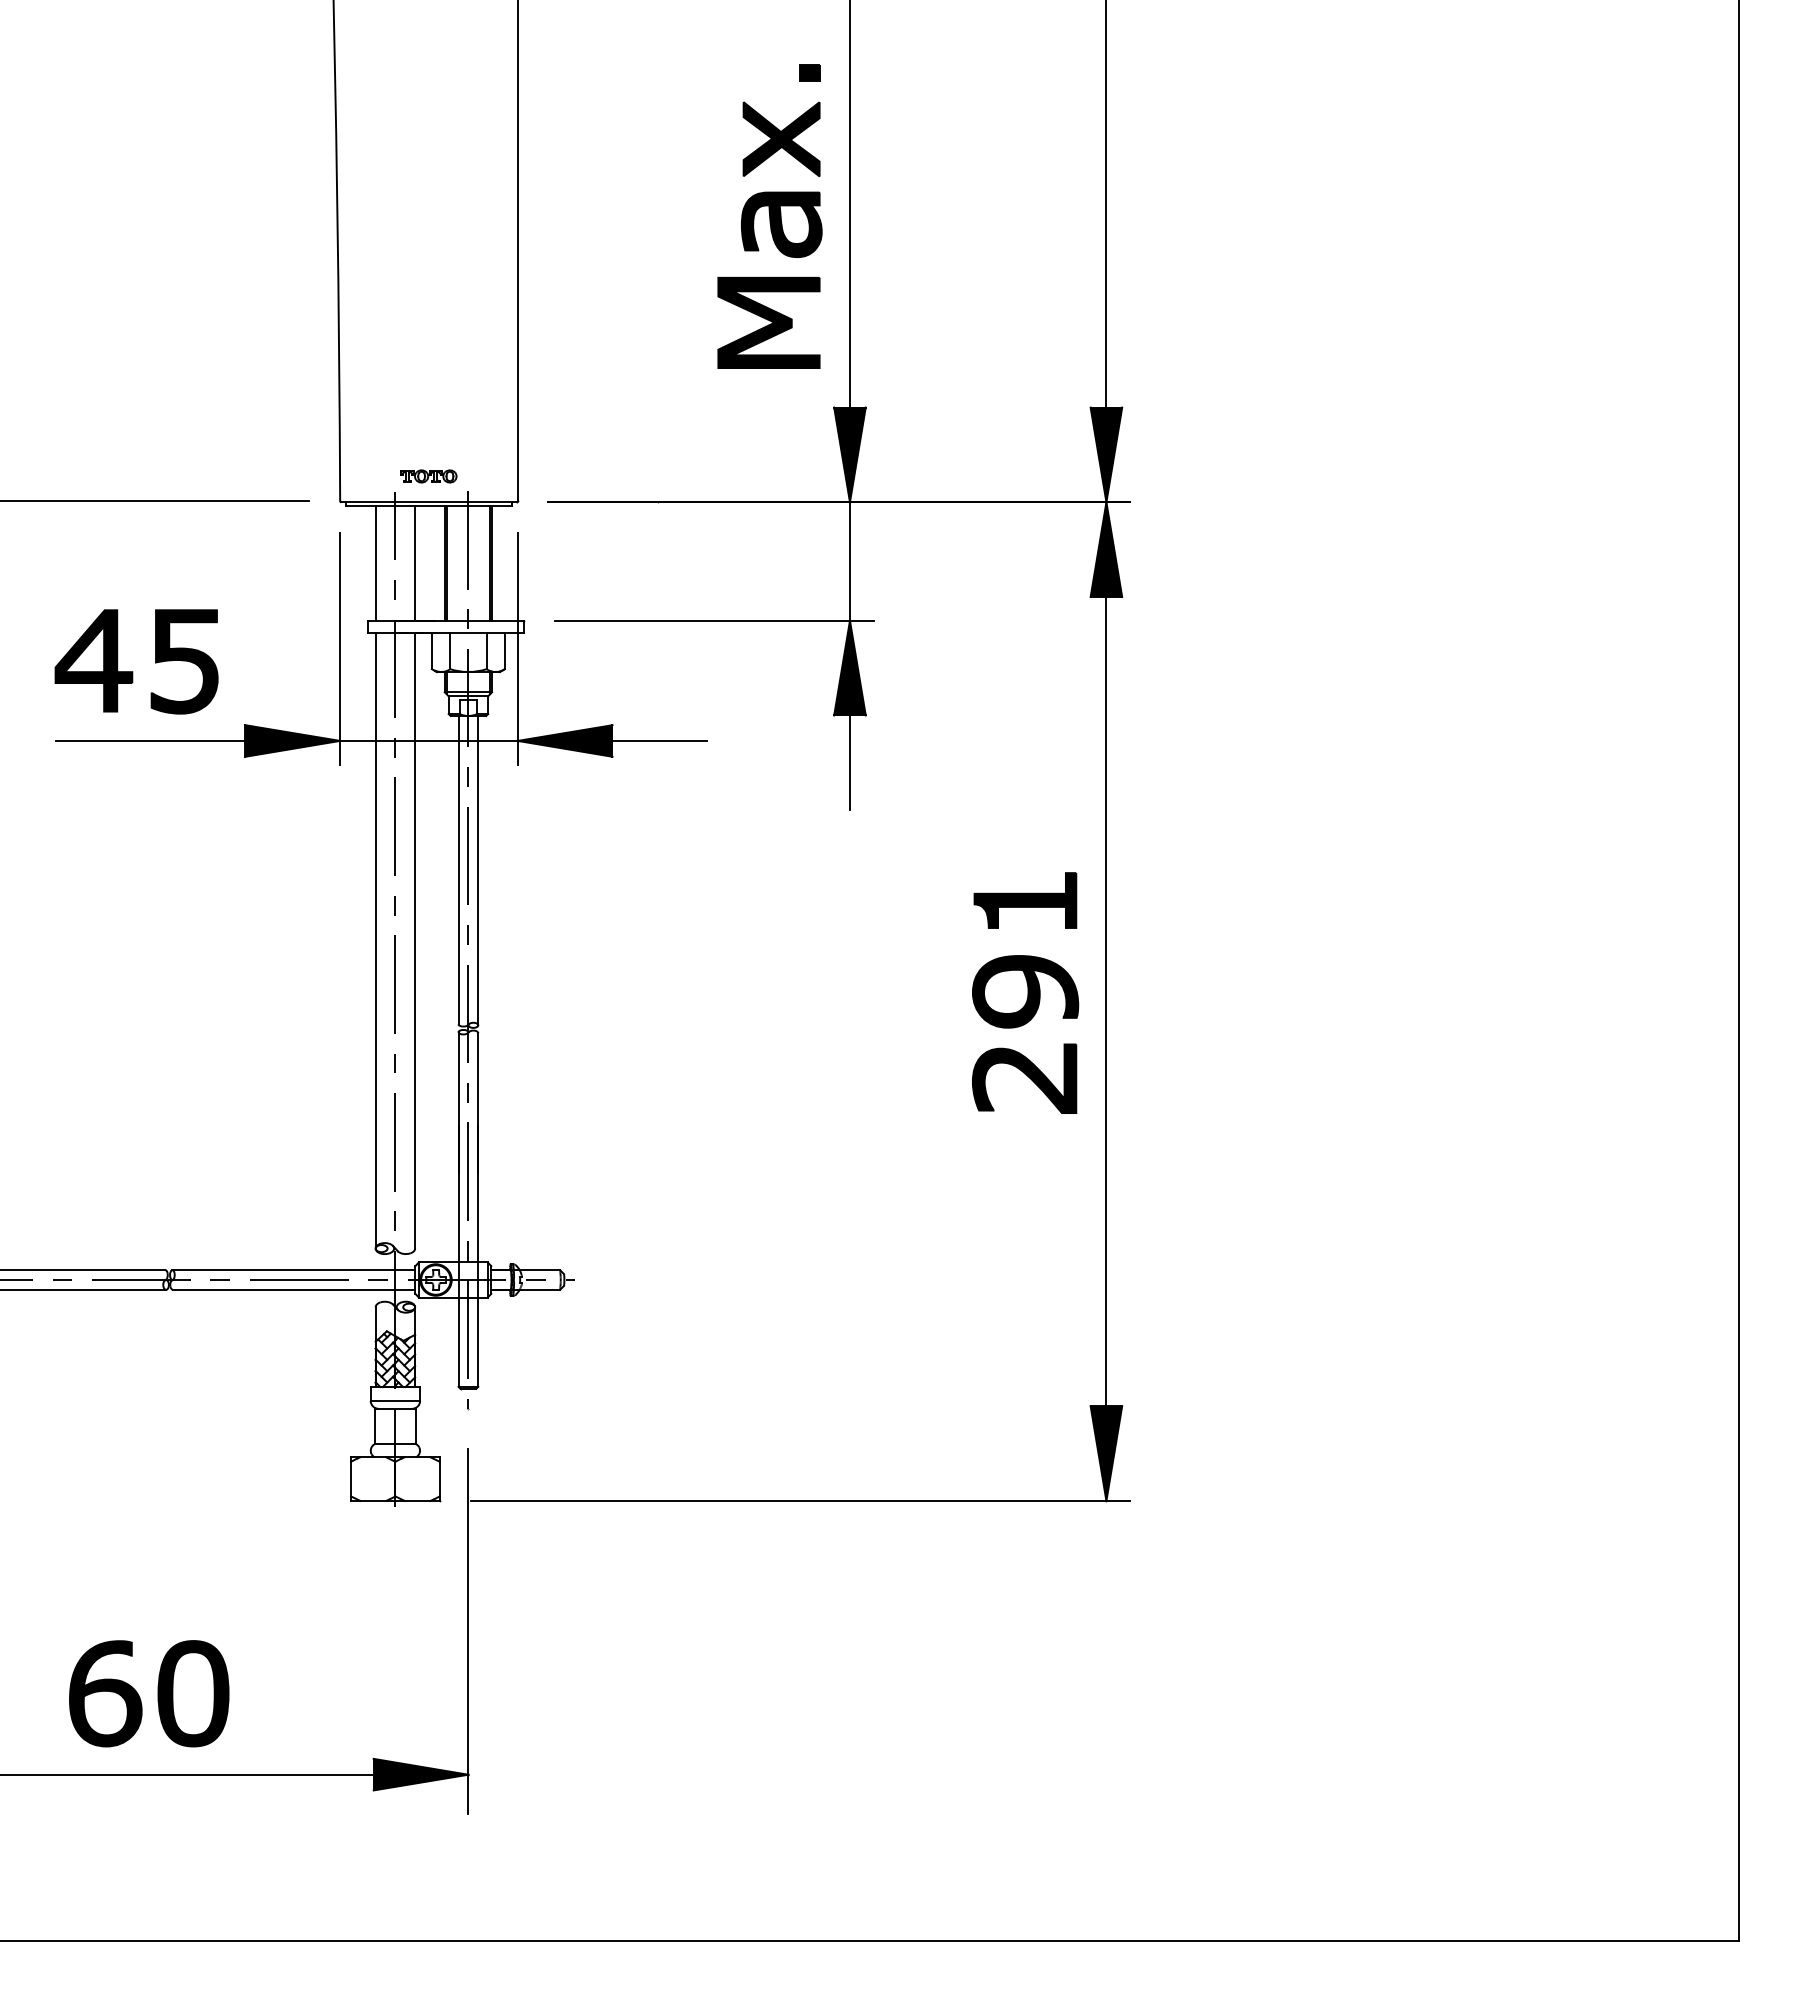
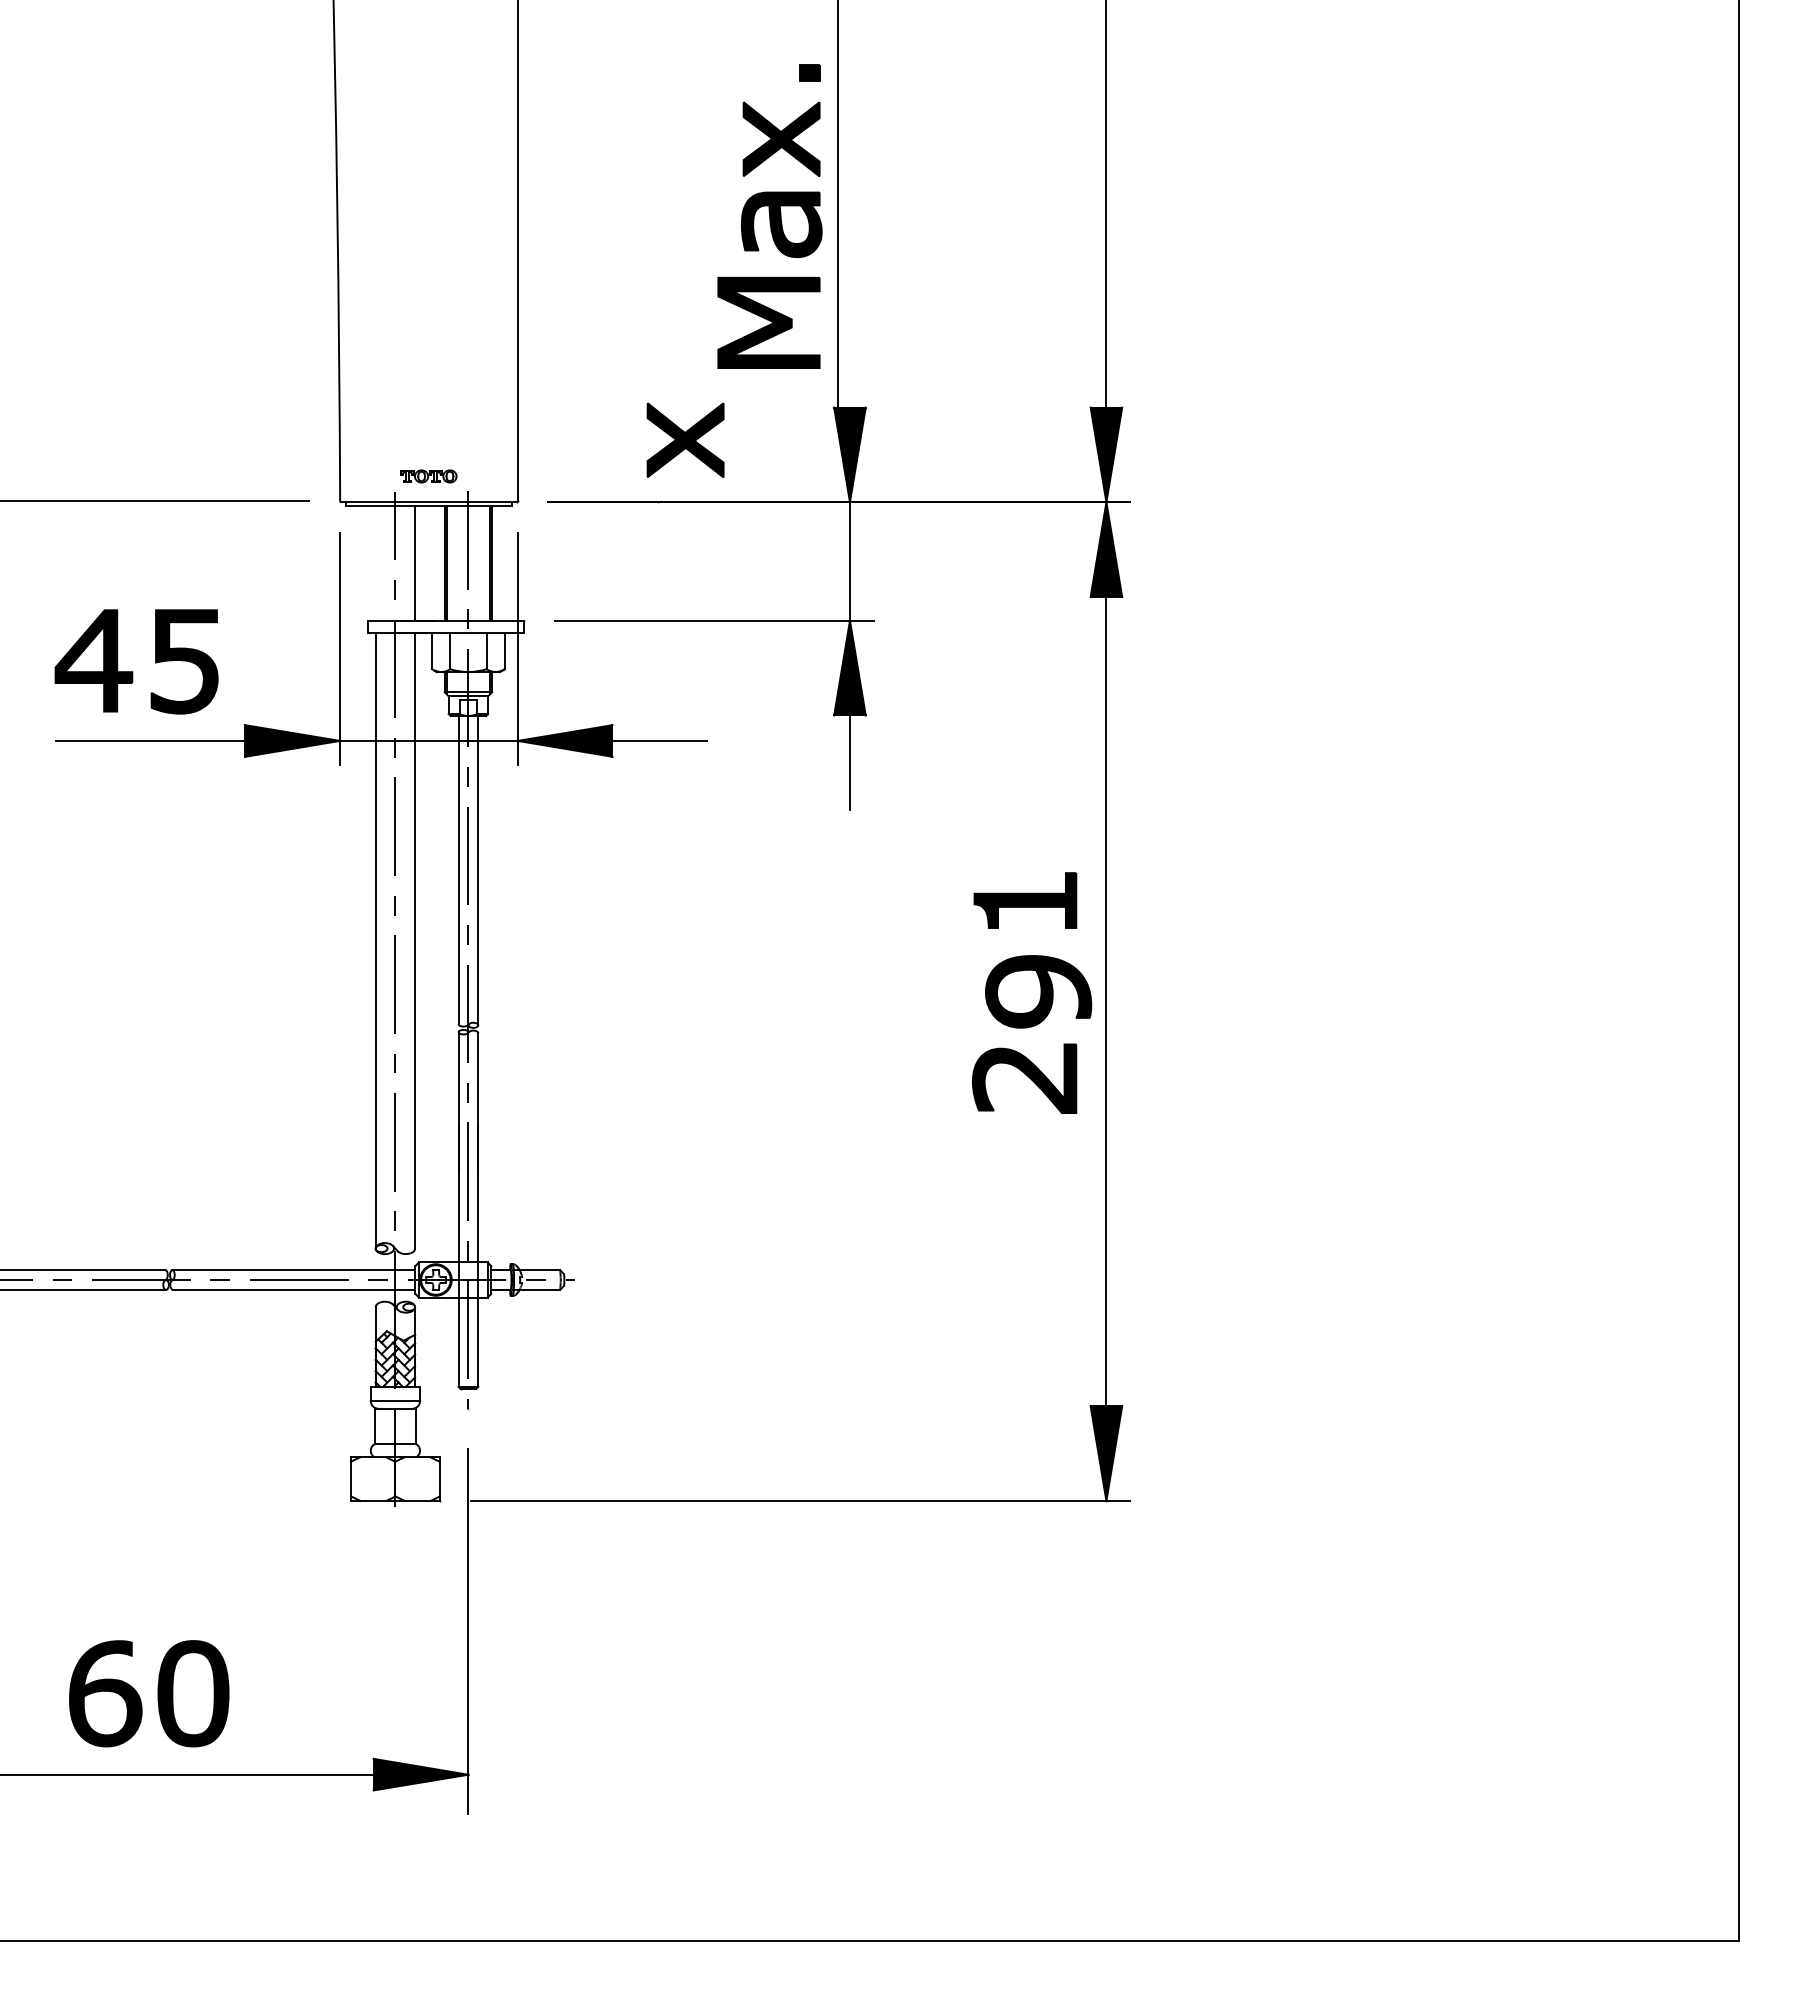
line at (849, 204) position: (849, 204) -> (837, 204)
part at (685, 439): none -> present
line at (375, 563): present -> none
part at (1025, 991) position: (1025, 991) -> (1038, 991)
